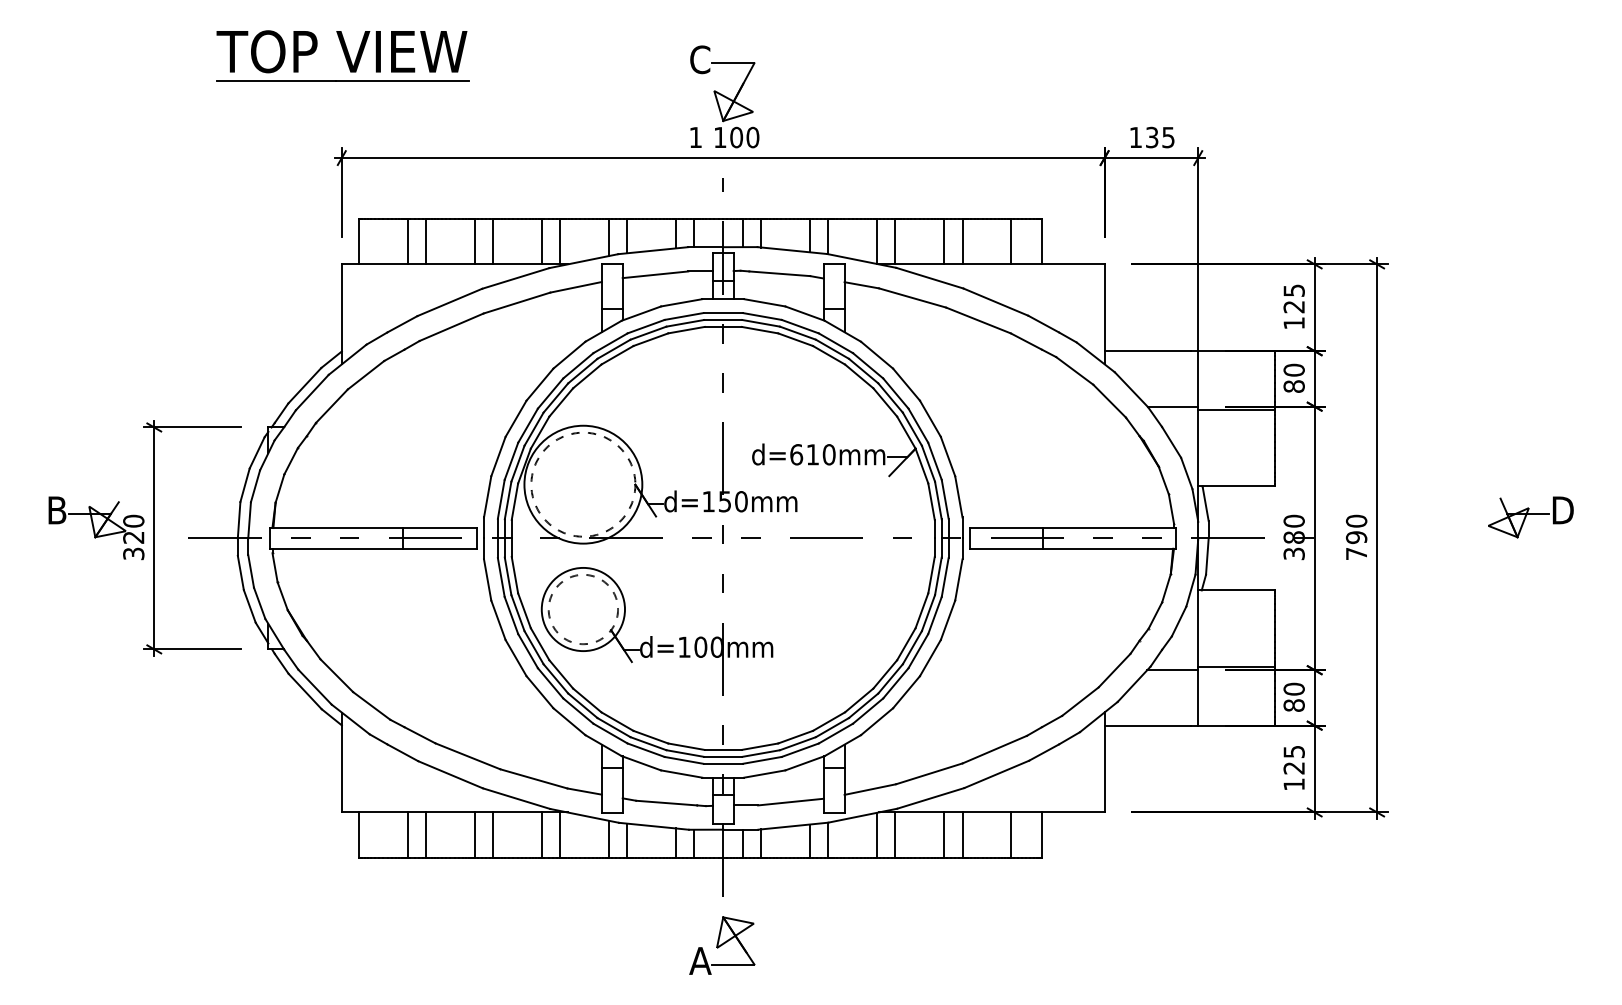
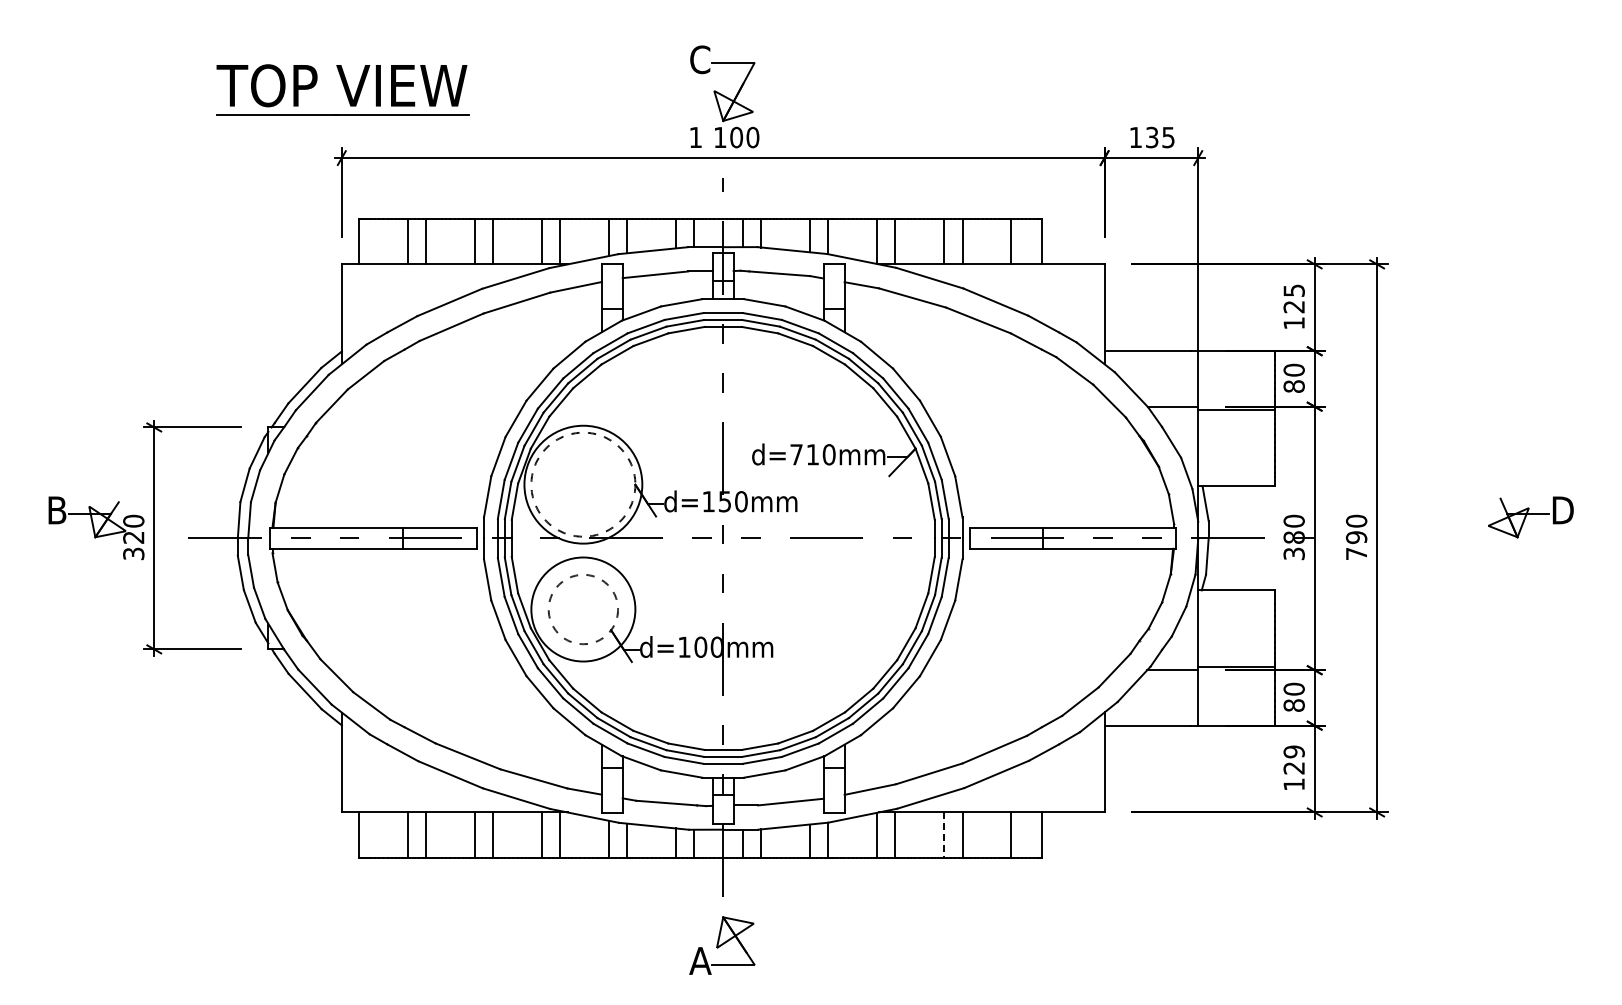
part at (342, 55) position: (342, 55) -> (342, 89)
text at (796, 454): d=610mm -> d=710mm
circle at (583, 609) diameter: 83 px -> 104 px
text at (1293, 751): 125 -> 129
line at (943, 835): solid -> dashed
